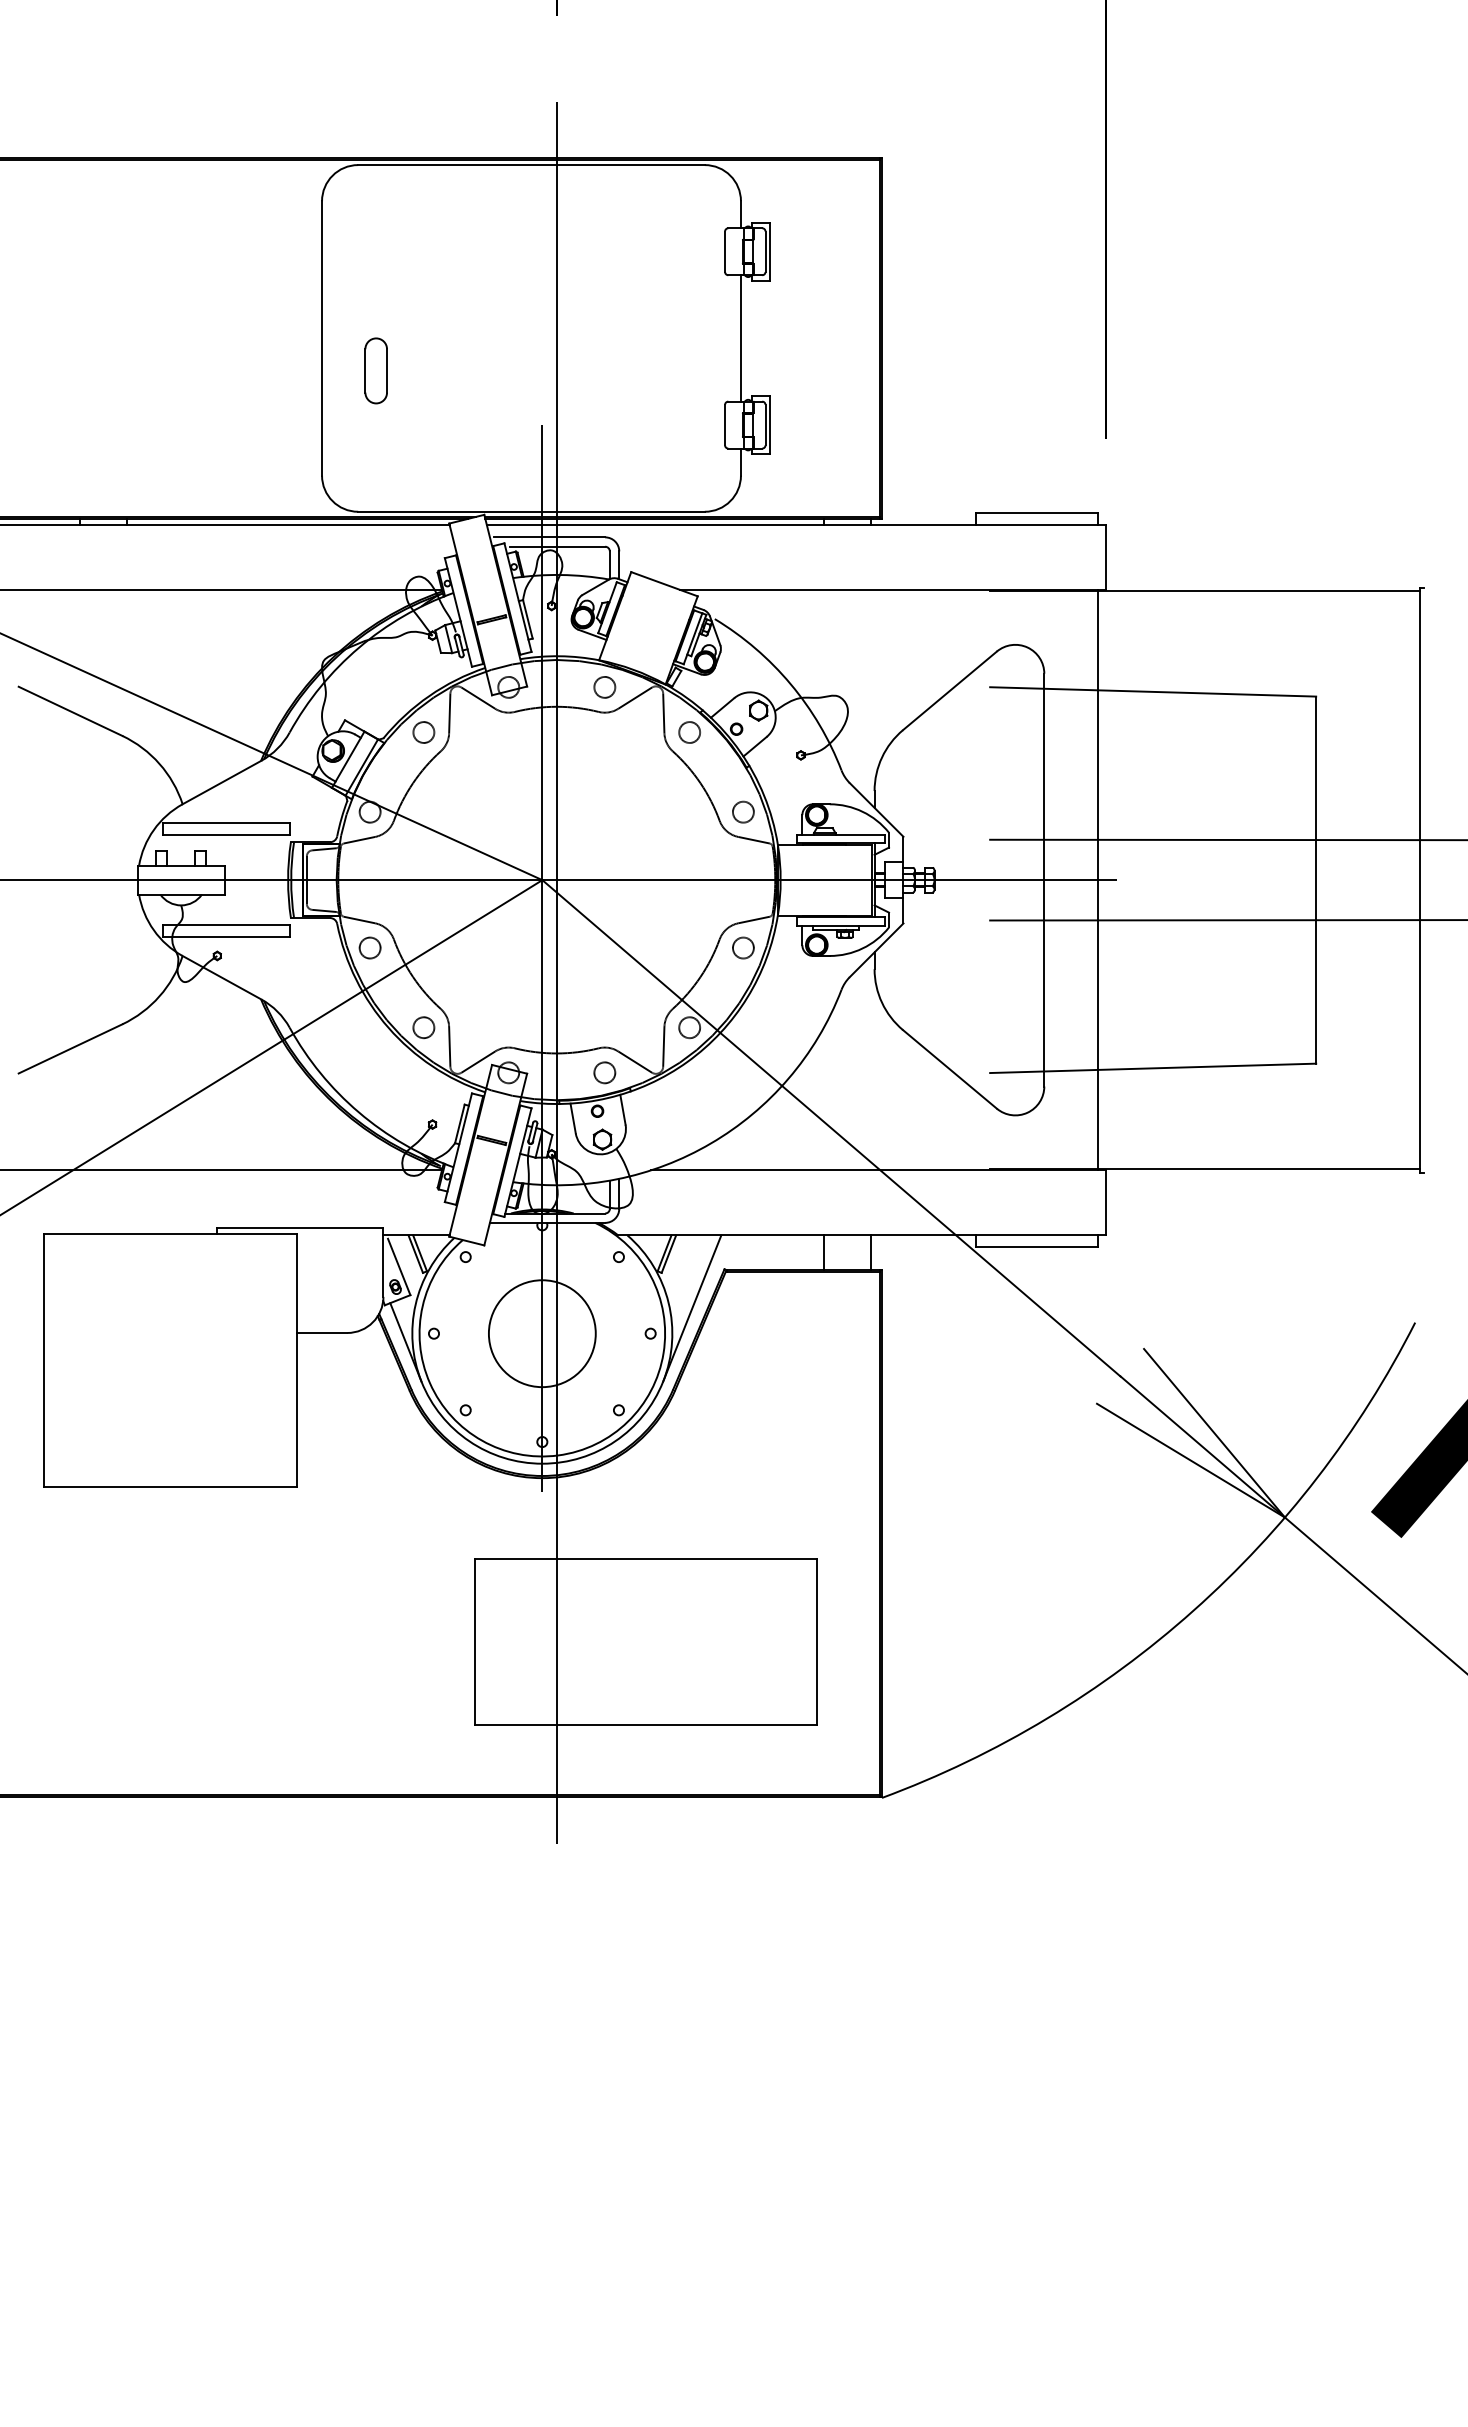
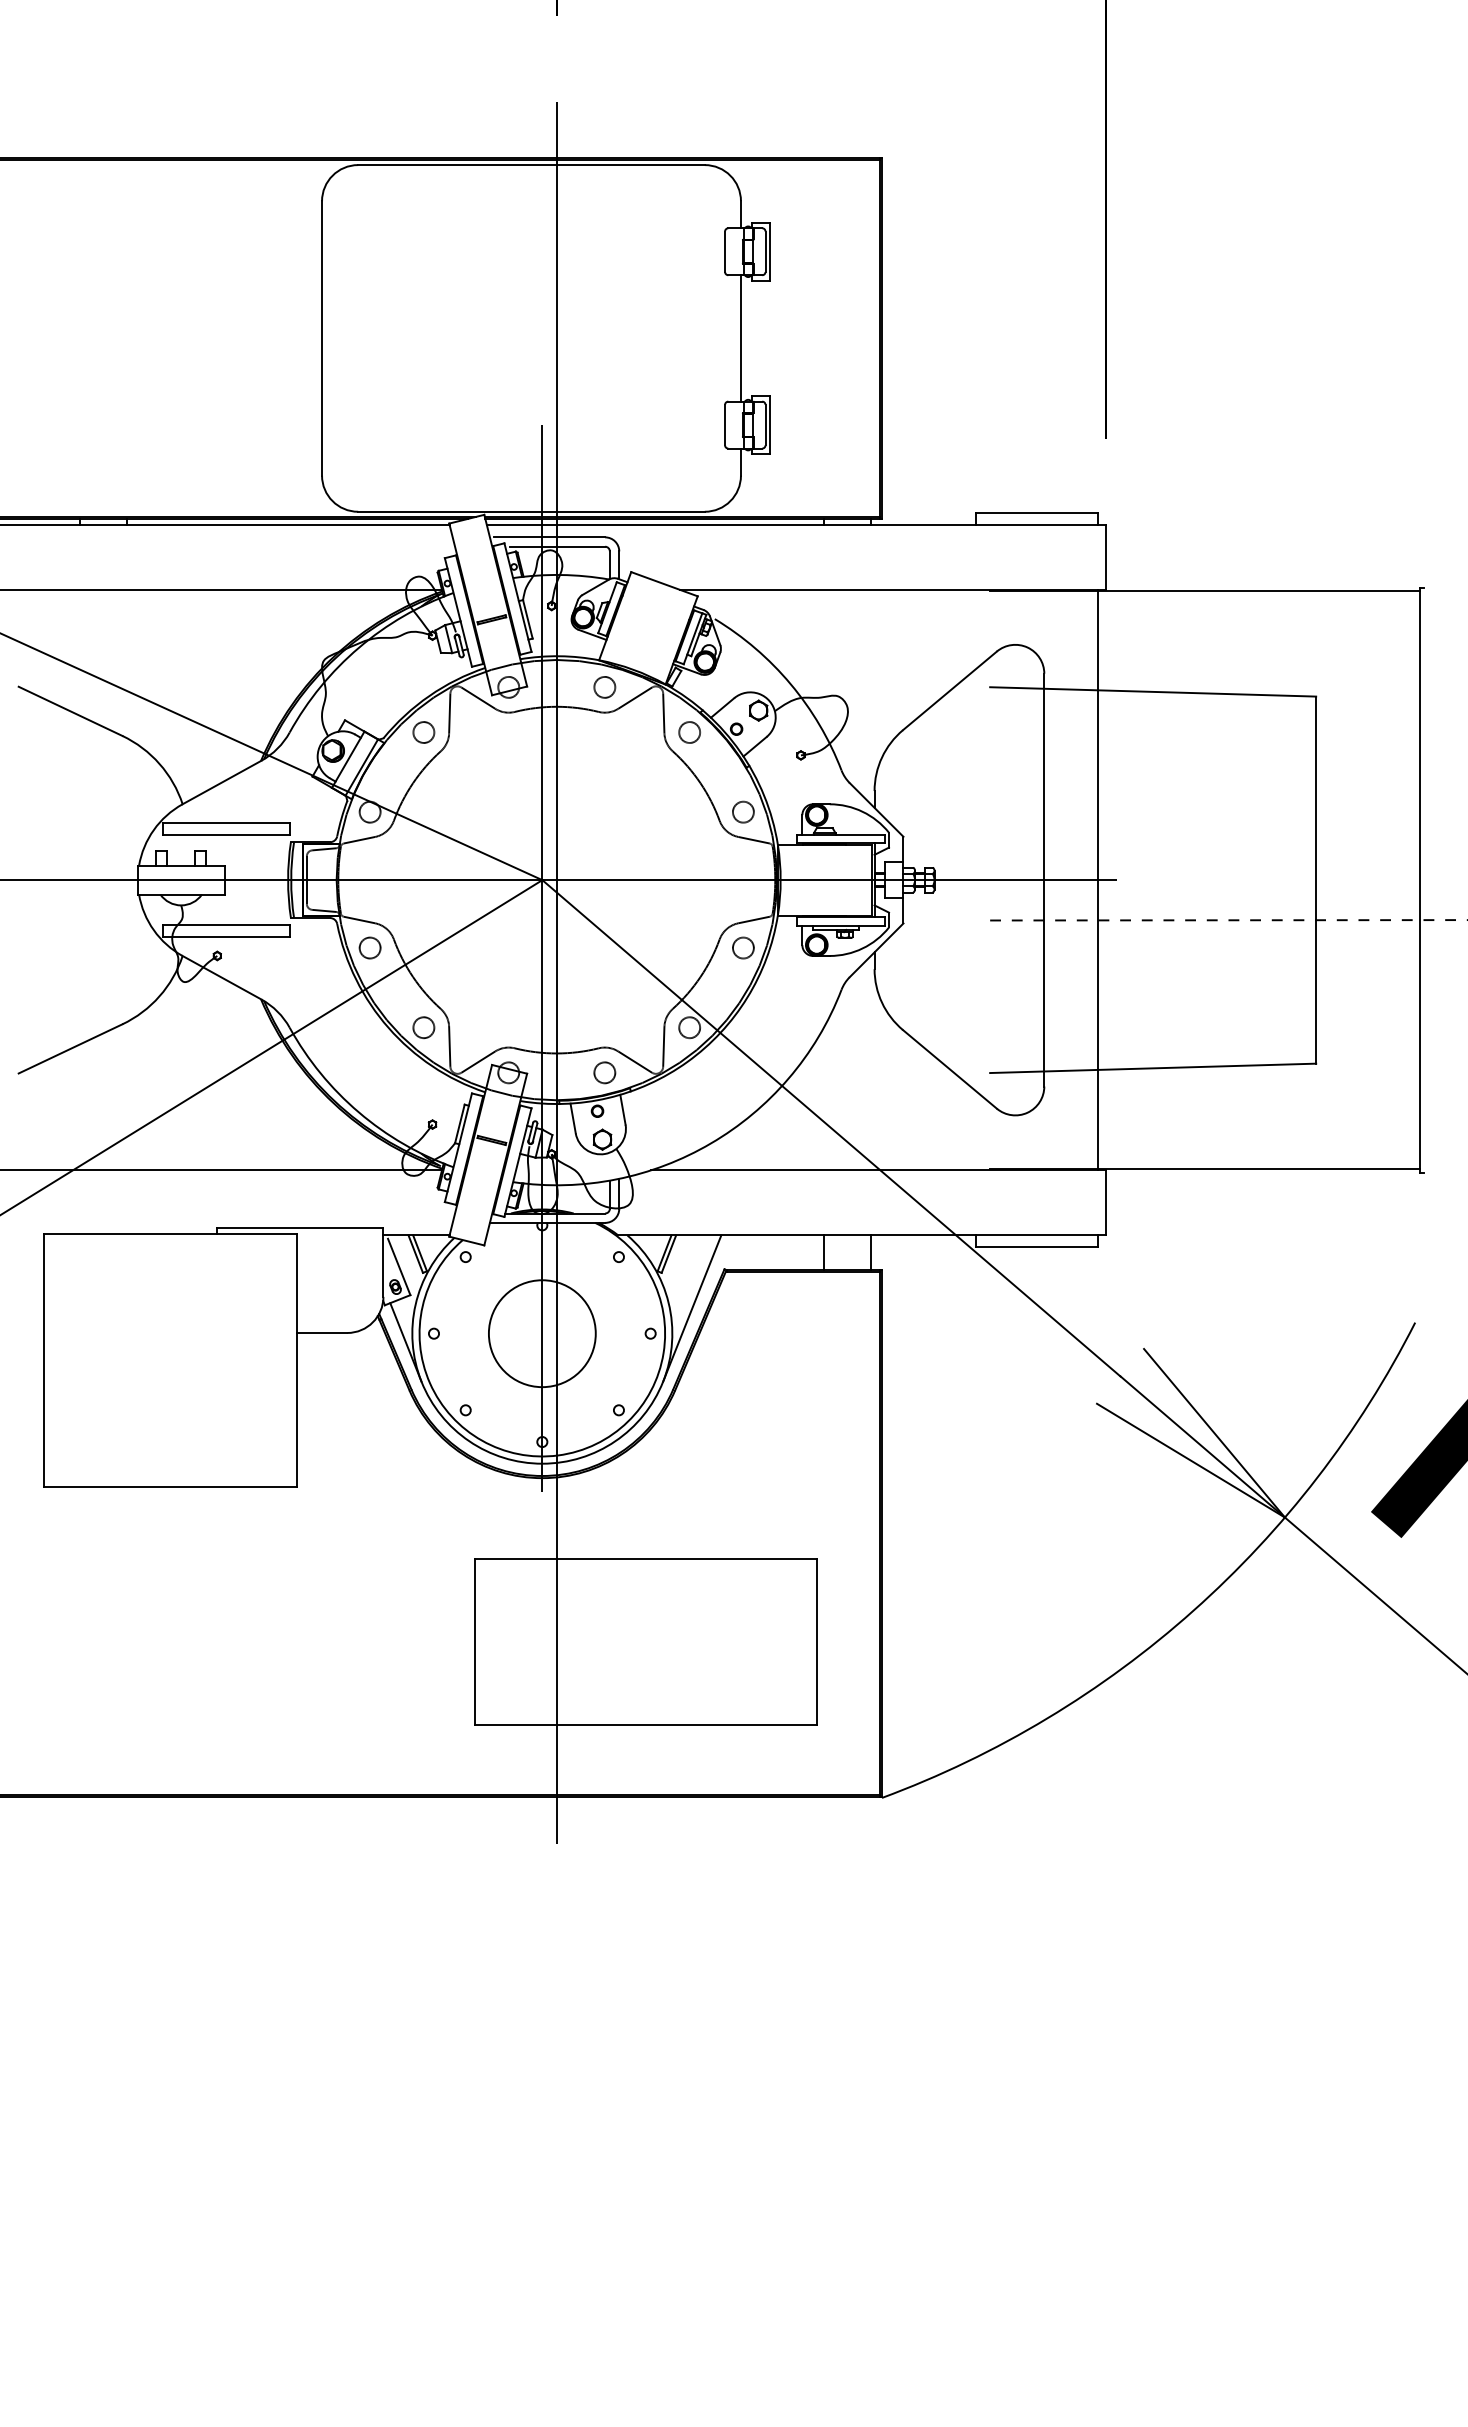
part at (375, 370): present -> none
line at (1227, 839): present -> none
line at (1229, 920): solid -> dashed
